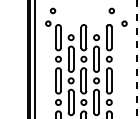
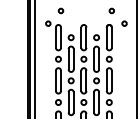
circle at (52, 10) position: (52, 10) -> (60, 10)
line at (136, 59): dashed -> solid
